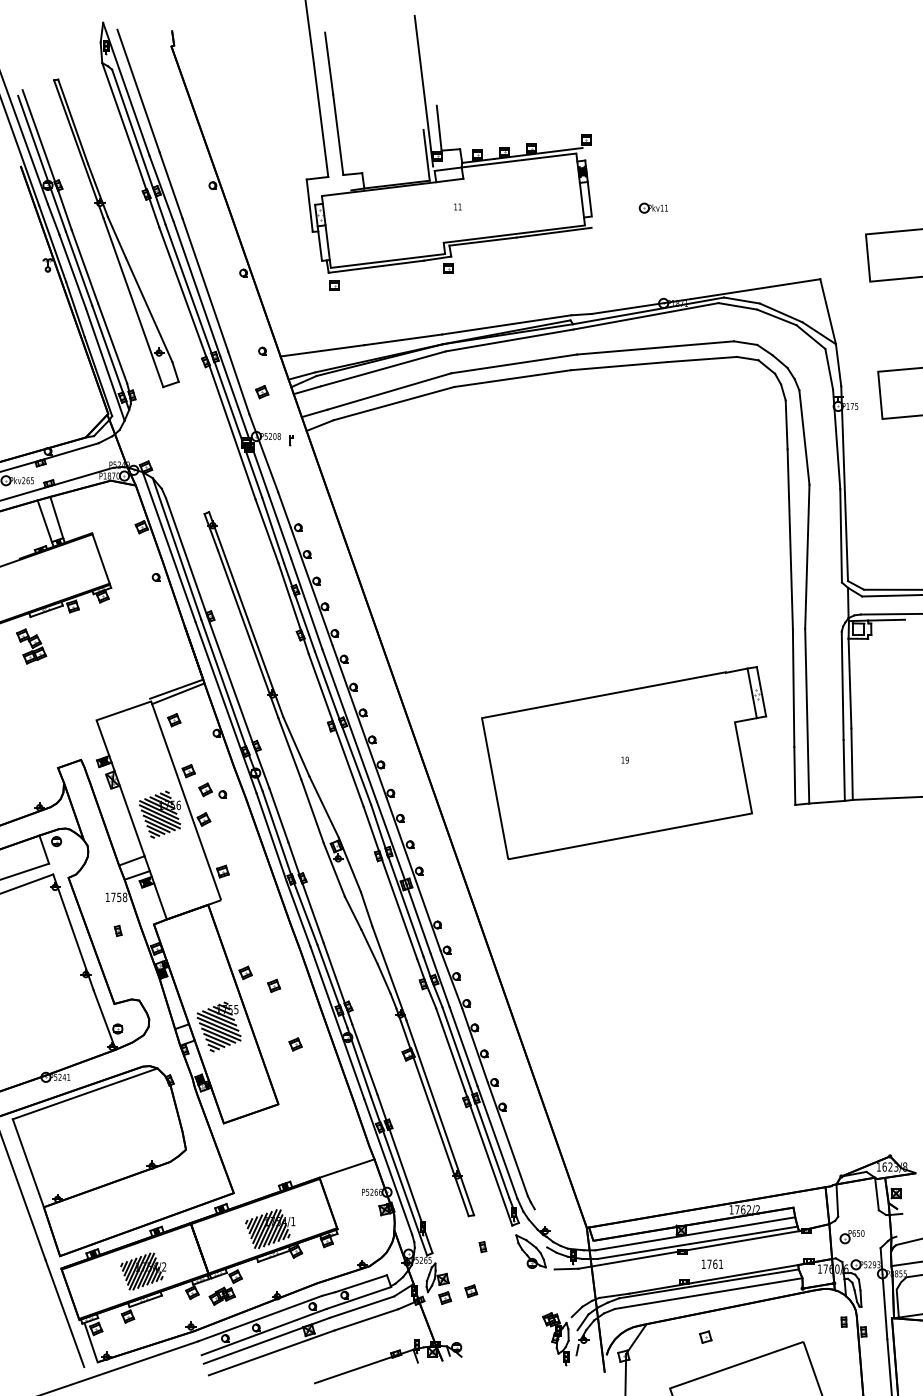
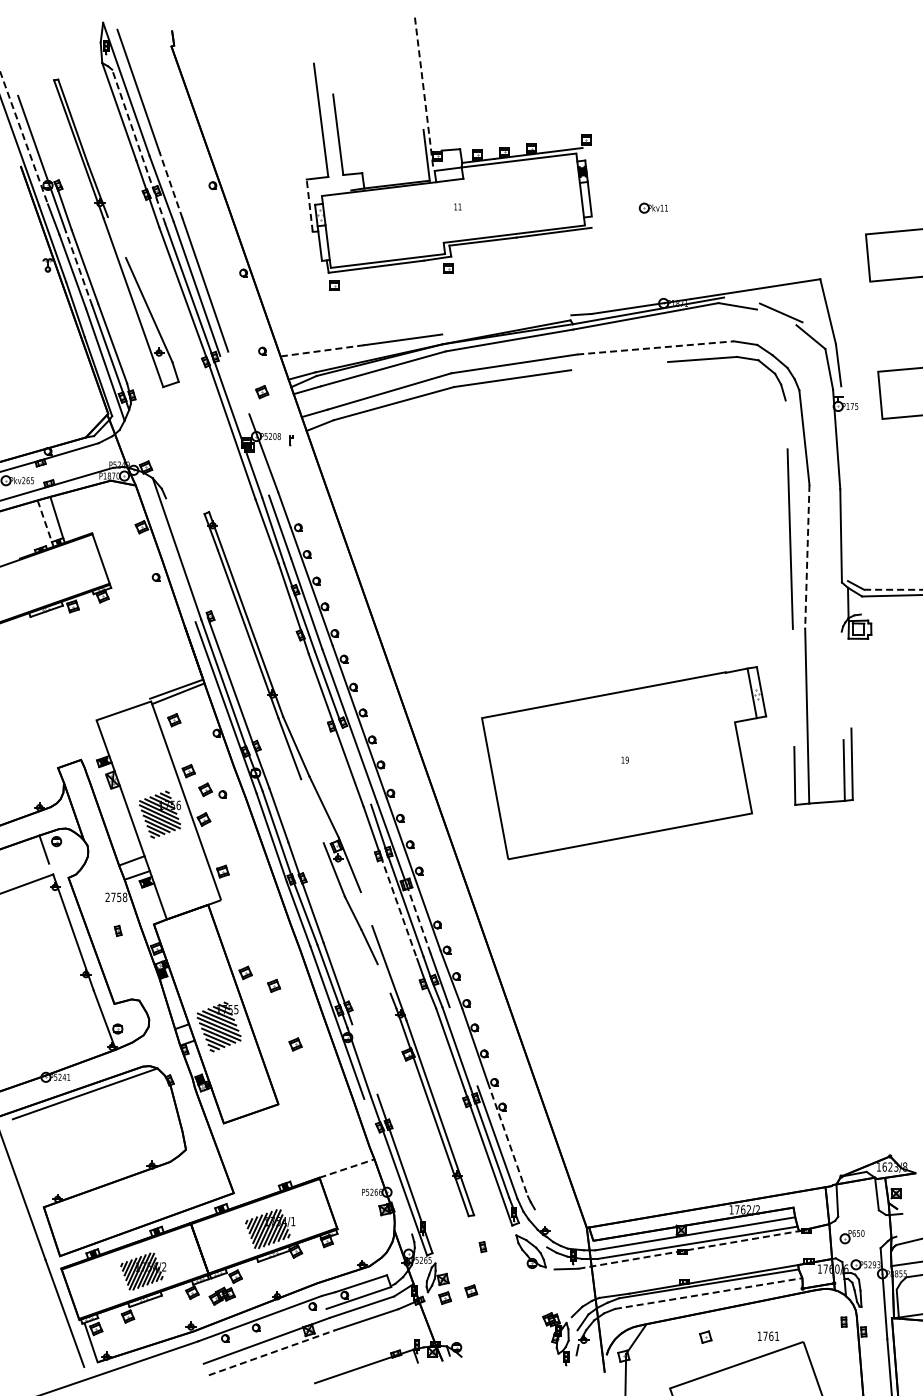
line at (309, 32): present -> none
line at (329, 63): present -> none
line at (423, 91): solid -> dashed
line at (438, 127): present -> none
line at (24, 137): solid -> dashed
line at (39, 138): present -> none
line at (138, 147): solid -> dashed
line at (170, 185): solid -> dashed
line at (309, 205): solid -> dashed
line at (116, 237): present -> none
line at (78, 268): solid -> dashed
line at (741, 300): present -> none
line at (776, 317): present -> none
line at (506, 324): present -> none
line at (818, 333): present -> none
line at (655, 347): solid -> dashed
line at (321, 350): solid -> dashed
line at (619, 366): present -> none
line at (238, 382): present -> none
line at (786, 424): present -> none
line at (244, 425): present -> none
line at (844, 483): present -> none
line at (44, 521): solid -> dashed
line at (168, 547): present -> none
line at (807, 556): solid -> dashed
line at (186, 557): present -> none
line at (893, 589): solid -> dashed
line at (889, 613): present -> none
line at (886, 619): present -> none
part at (31, 646): present -> none
line at (849, 683): present -> none
line at (842, 685): present -> none
line at (793, 687): present -> none
line at (356, 763): present -> none
line at (885, 798): present -> none
line at (312, 811): present -> none
line at (25, 871): present -> none
text at (107, 896): 1758 -> 2758
line at (398, 907): solid -> dashed
line at (366, 909): present -> none
line at (418, 919): solid -> dashed
line at (383, 978): present -> none
line at (463, 1046): present -> none
line at (364, 1059): present -> none
line at (508, 1139): solid -> dashed
line at (27, 1163): present -> none
line at (388, 1166): present -> none
line at (347, 1168): solid -> dashed
line at (688, 1249): solid -> dashed
text at (712, 1263) position: (712, 1263) -> (768, 1335)
line at (708, 1293): solid -> dashed
line at (263, 1331): present -> none
line at (271, 1352): solid -> dashed
